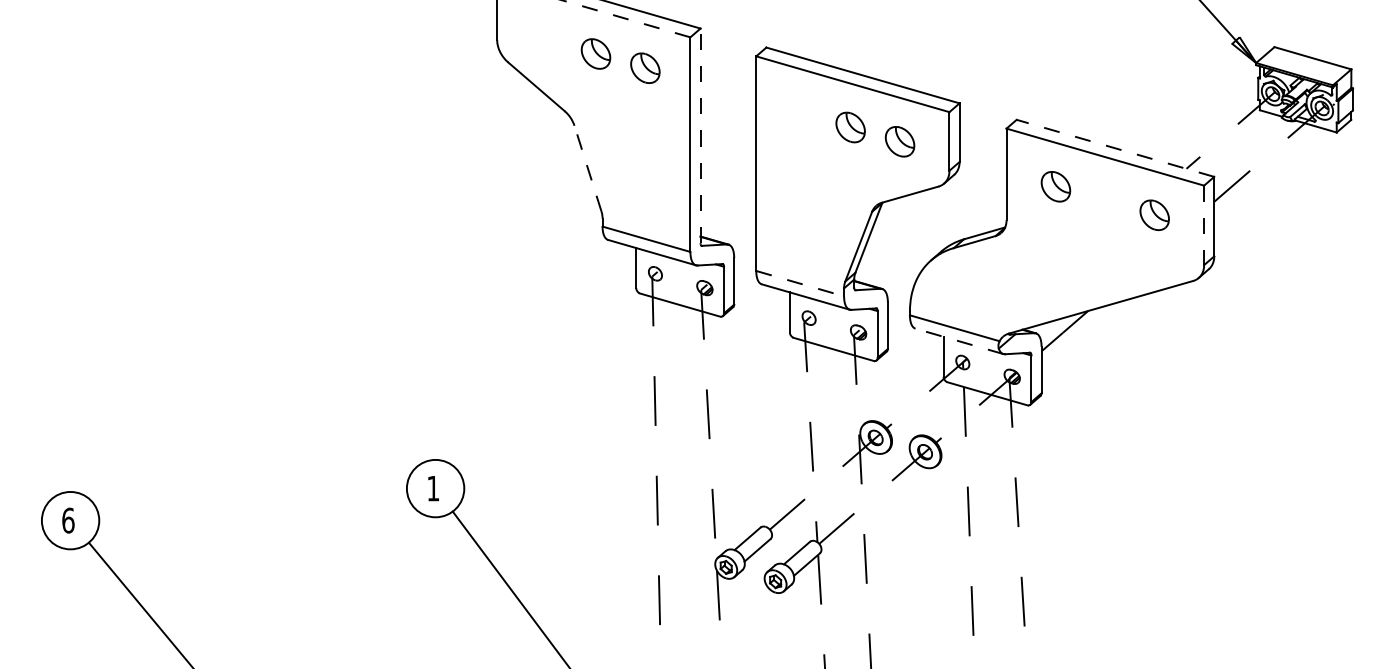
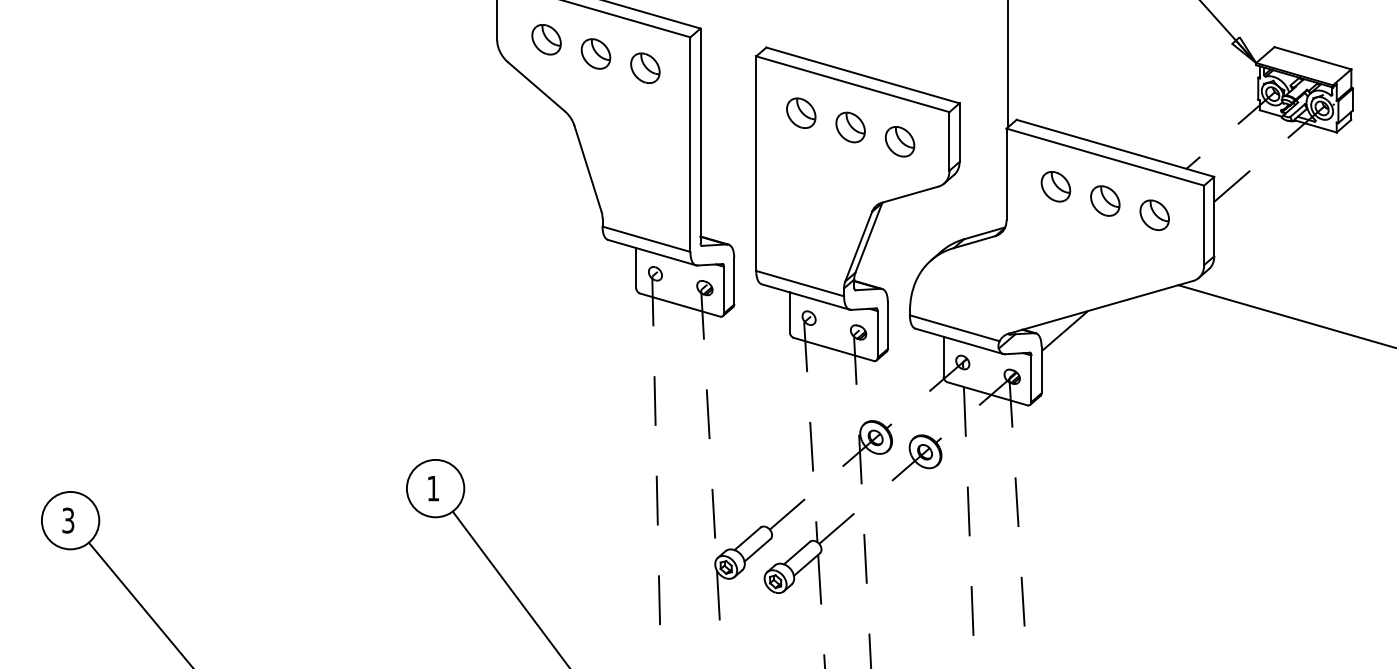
line at (625, 18): dashed -> solid
part at (546, 39): none -> present
line at (1008, 64): none -> present
part at (801, 112): none -> present
line at (700, 135): dashed -> solid
line at (1115, 148): dashed -> solid
line at (587, 168): dashed -> solid
part at (1105, 200): none -> present
line at (1204, 225): dashed -> solid
line at (800, 283): dashed -> solid
line at (1285, 316): none -> present
line at (959, 341): dashed -> solid
text at (68, 520): 6 -> 3
